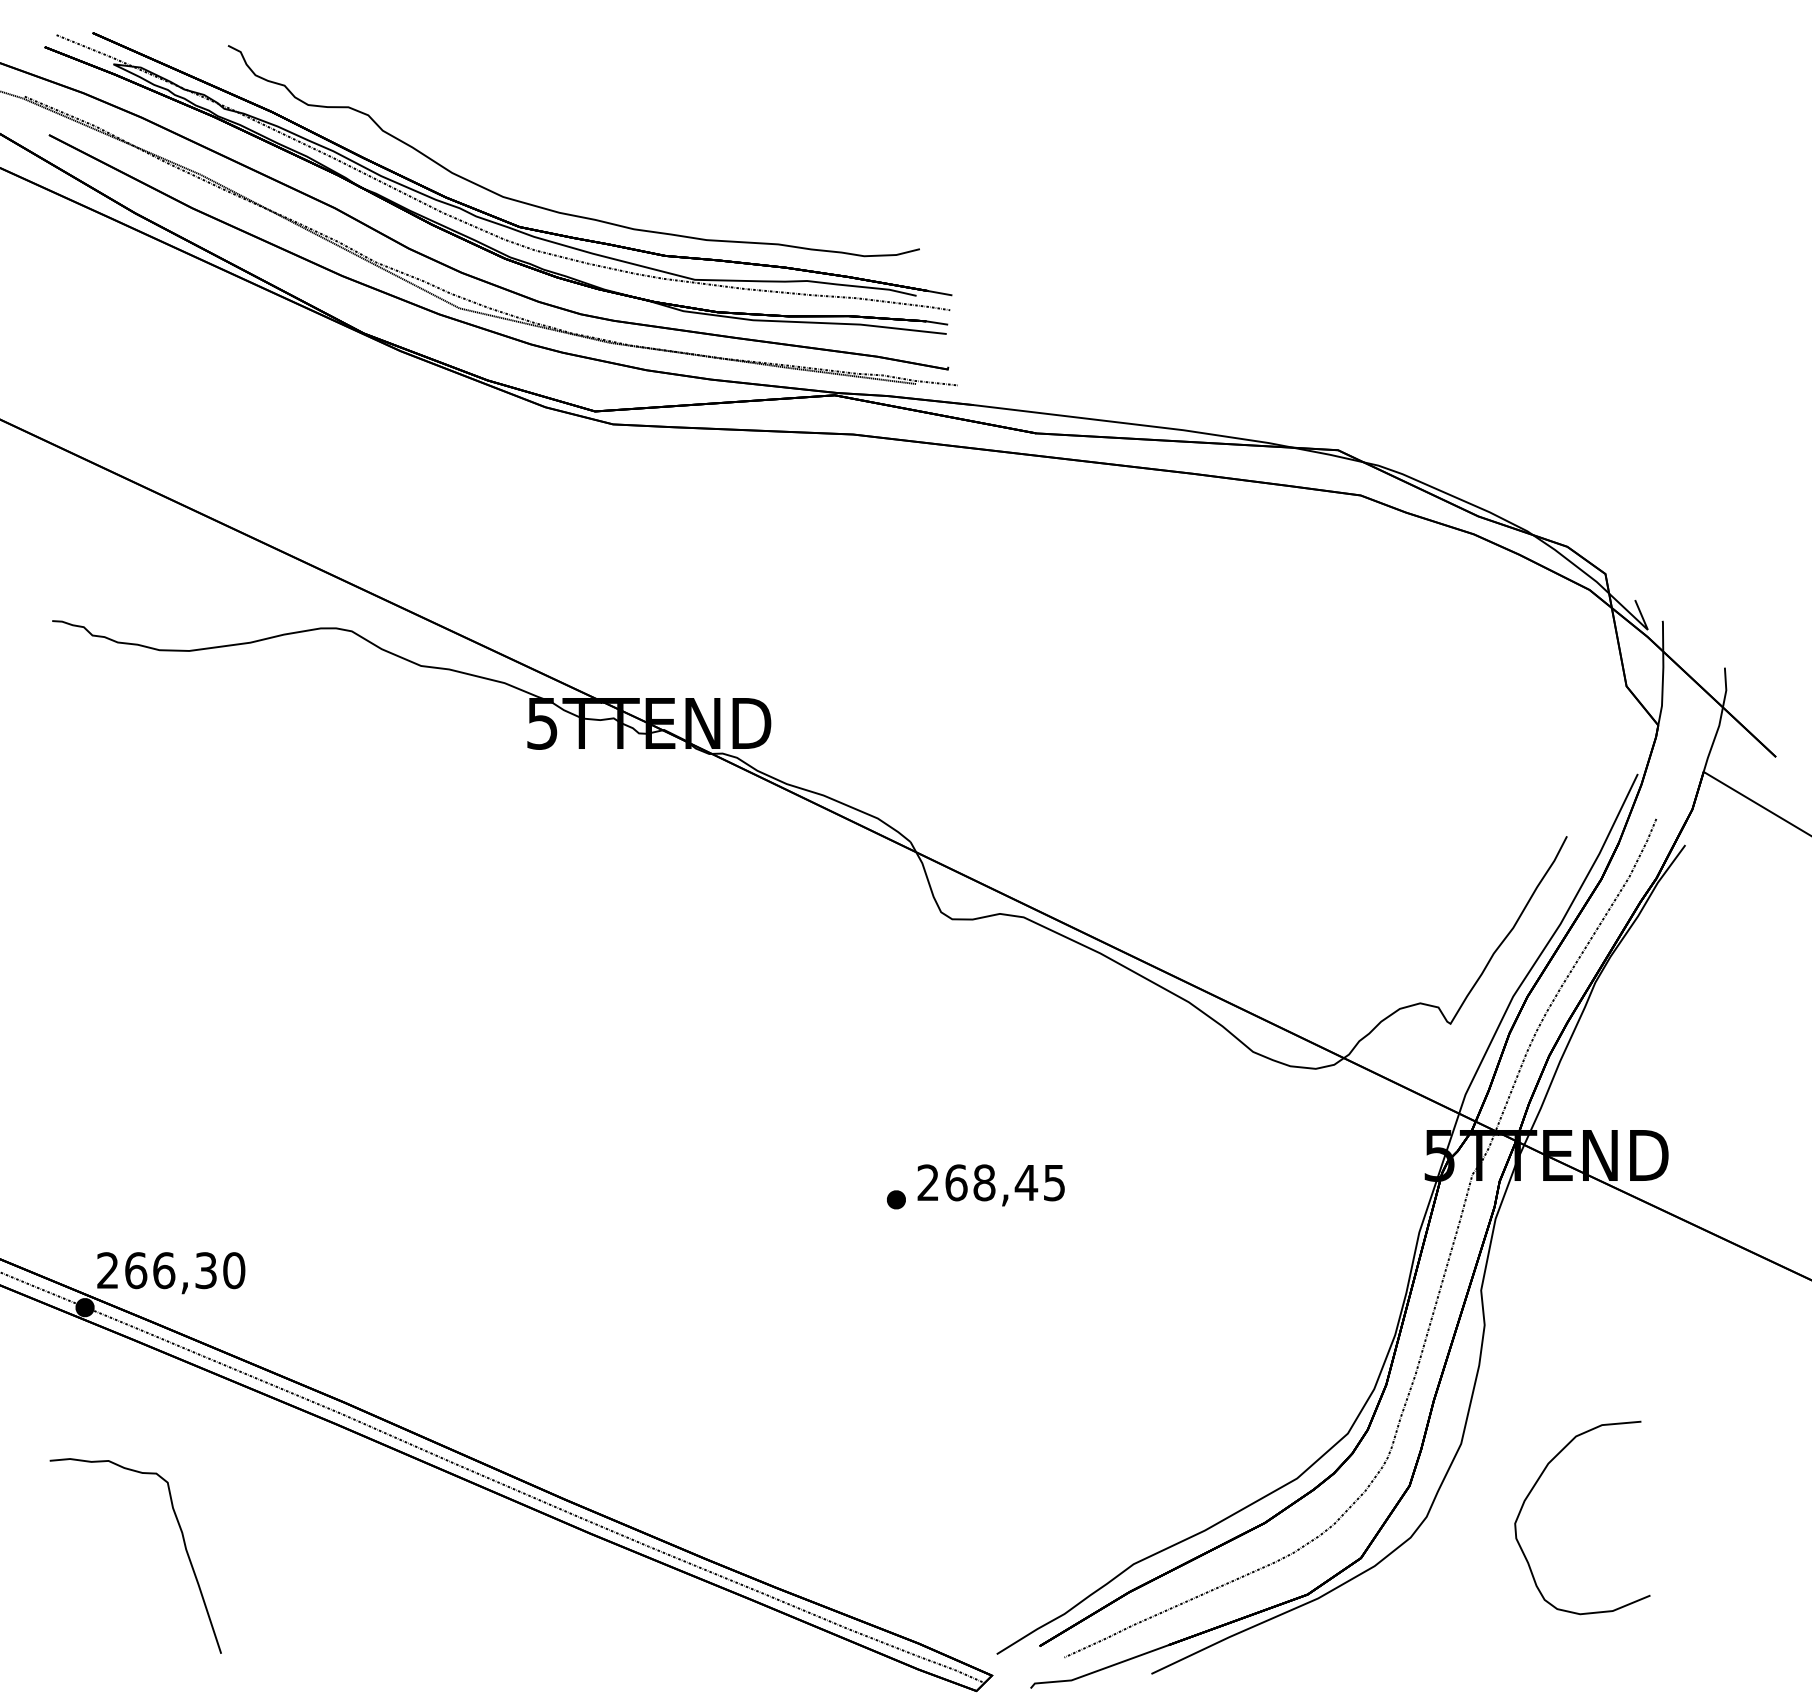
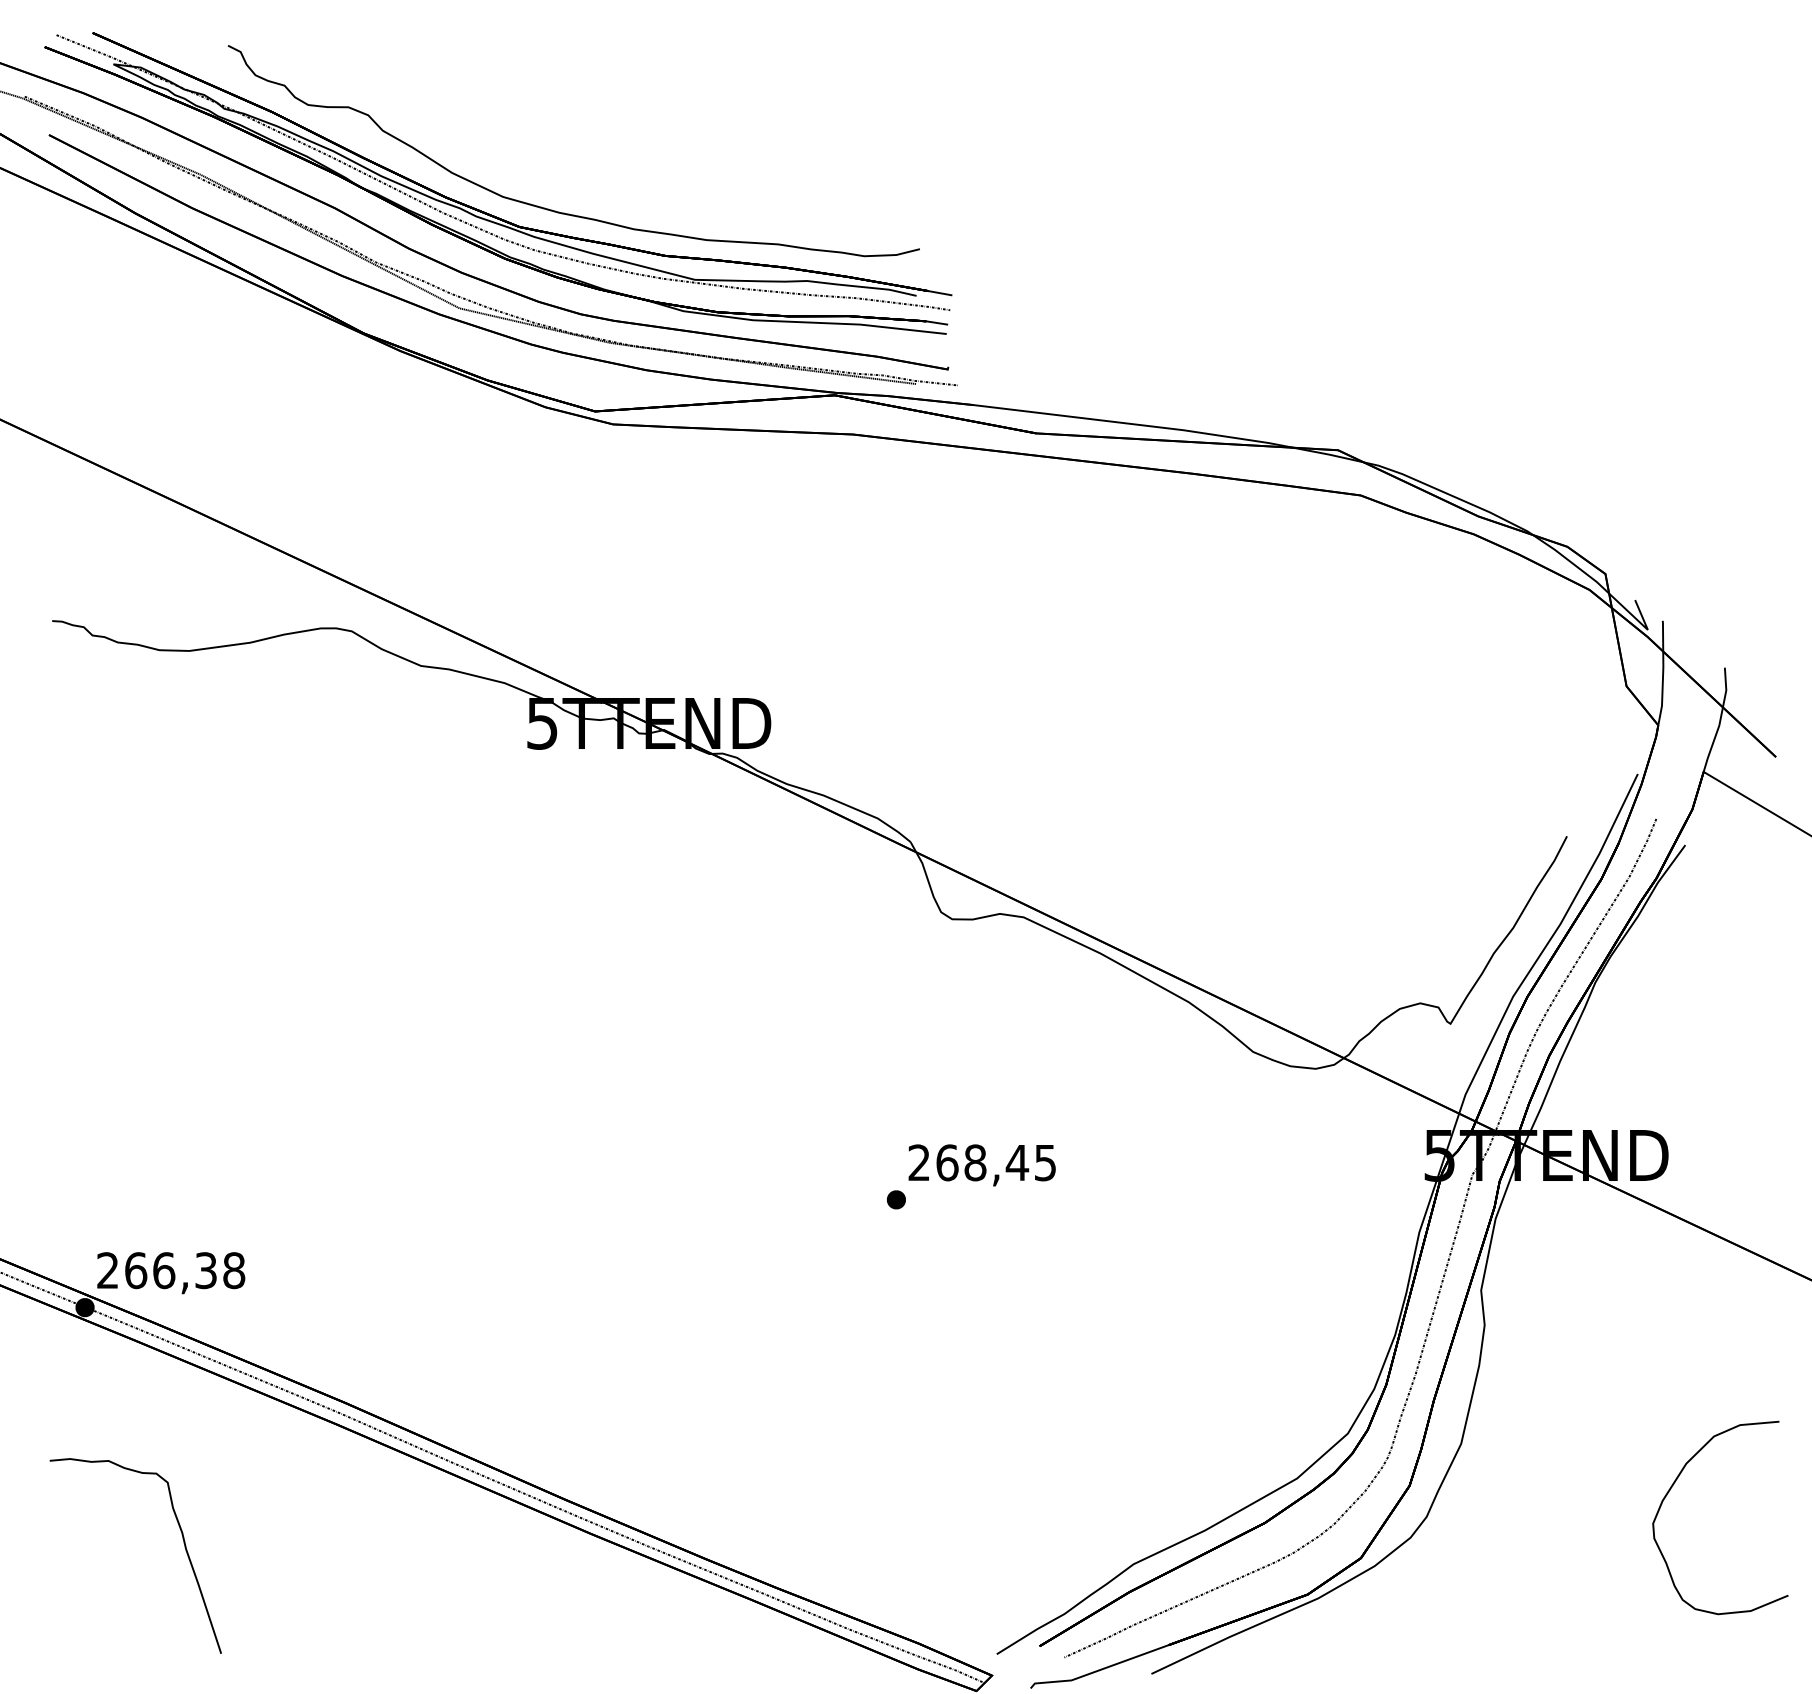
text at (990, 1185) position: (990, 1185) -> (981, 1165)
text at (234, 1270): 266,30 -> 266,38
curve at (1534, 1487) position: (1534, 1487) -> (1672, 1487)
